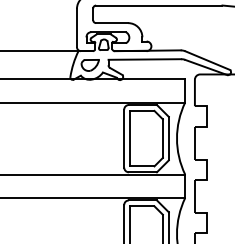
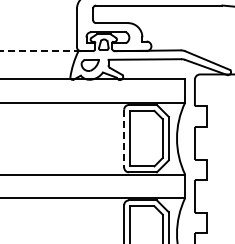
line at (40, 51): solid -> dashed
line at (124, 138): solid -> dashed
